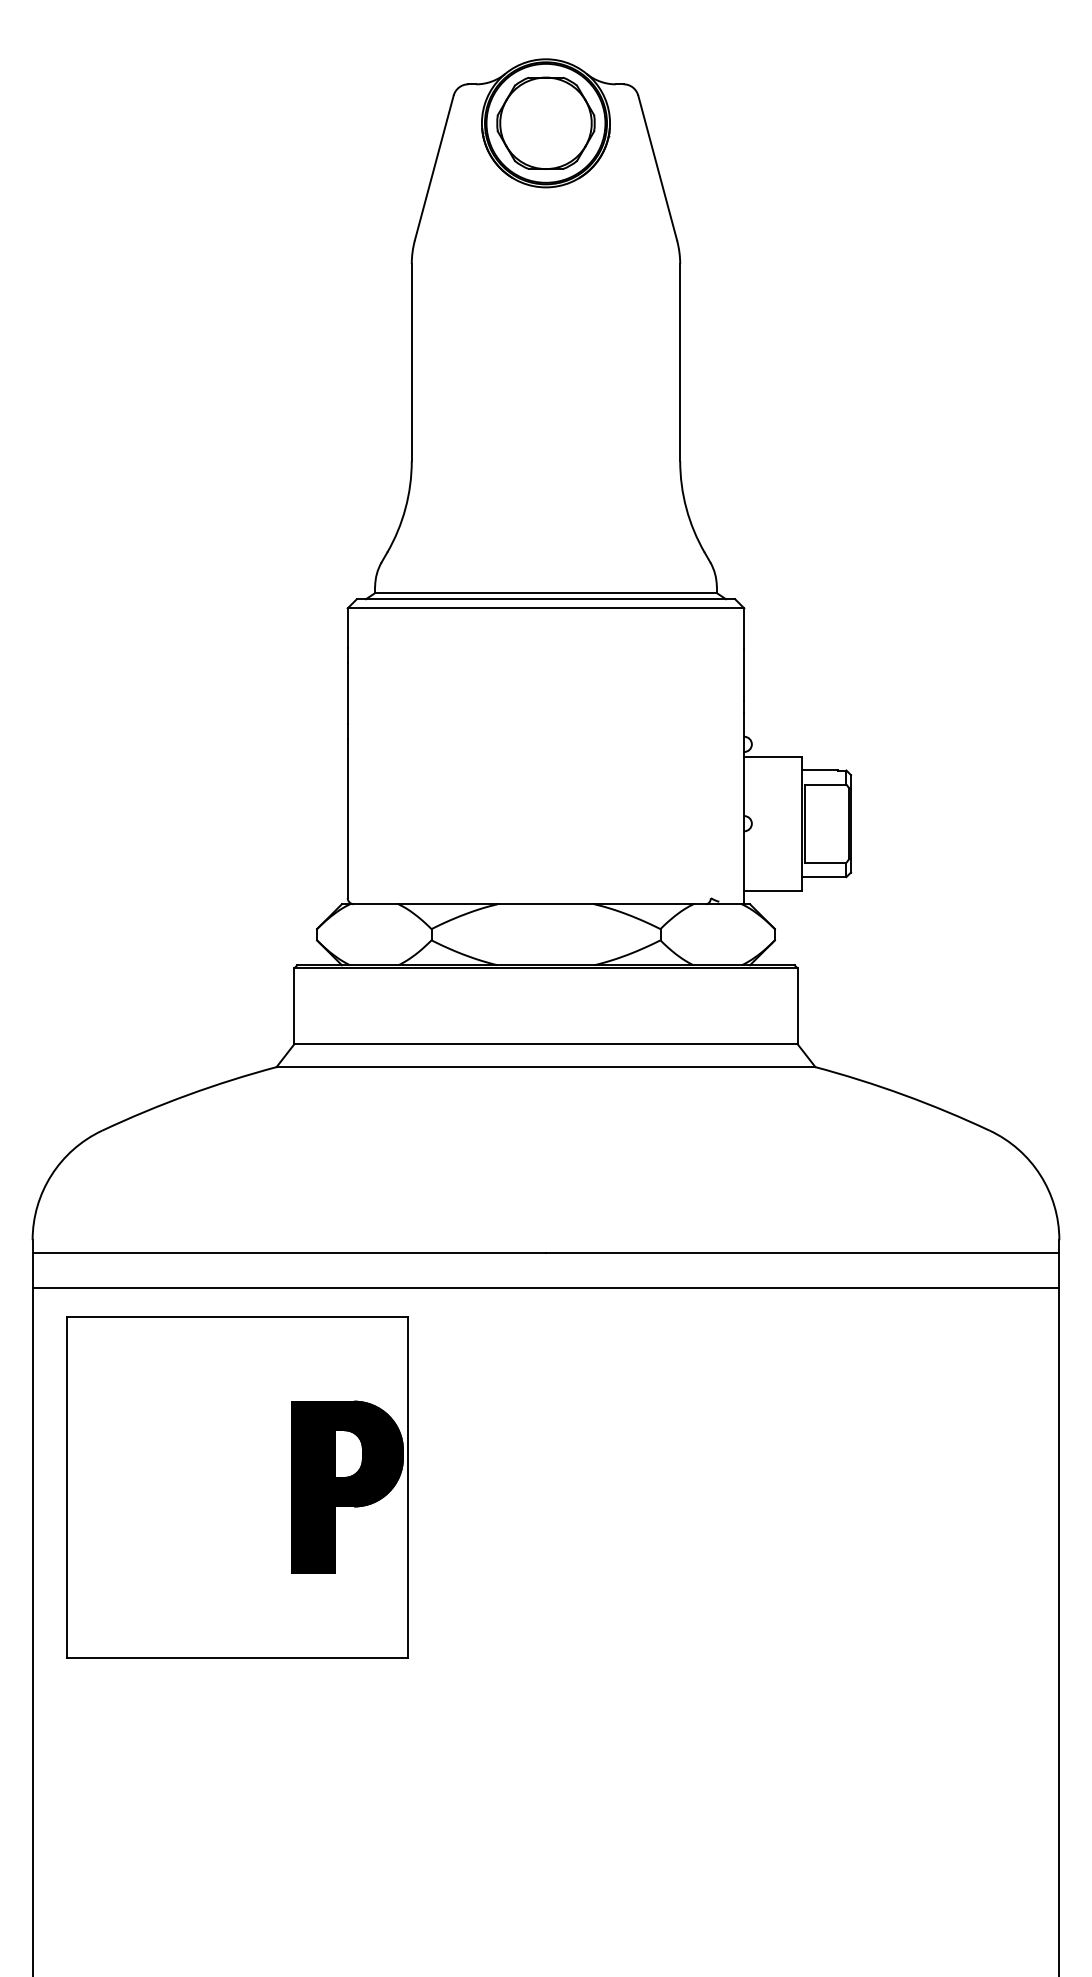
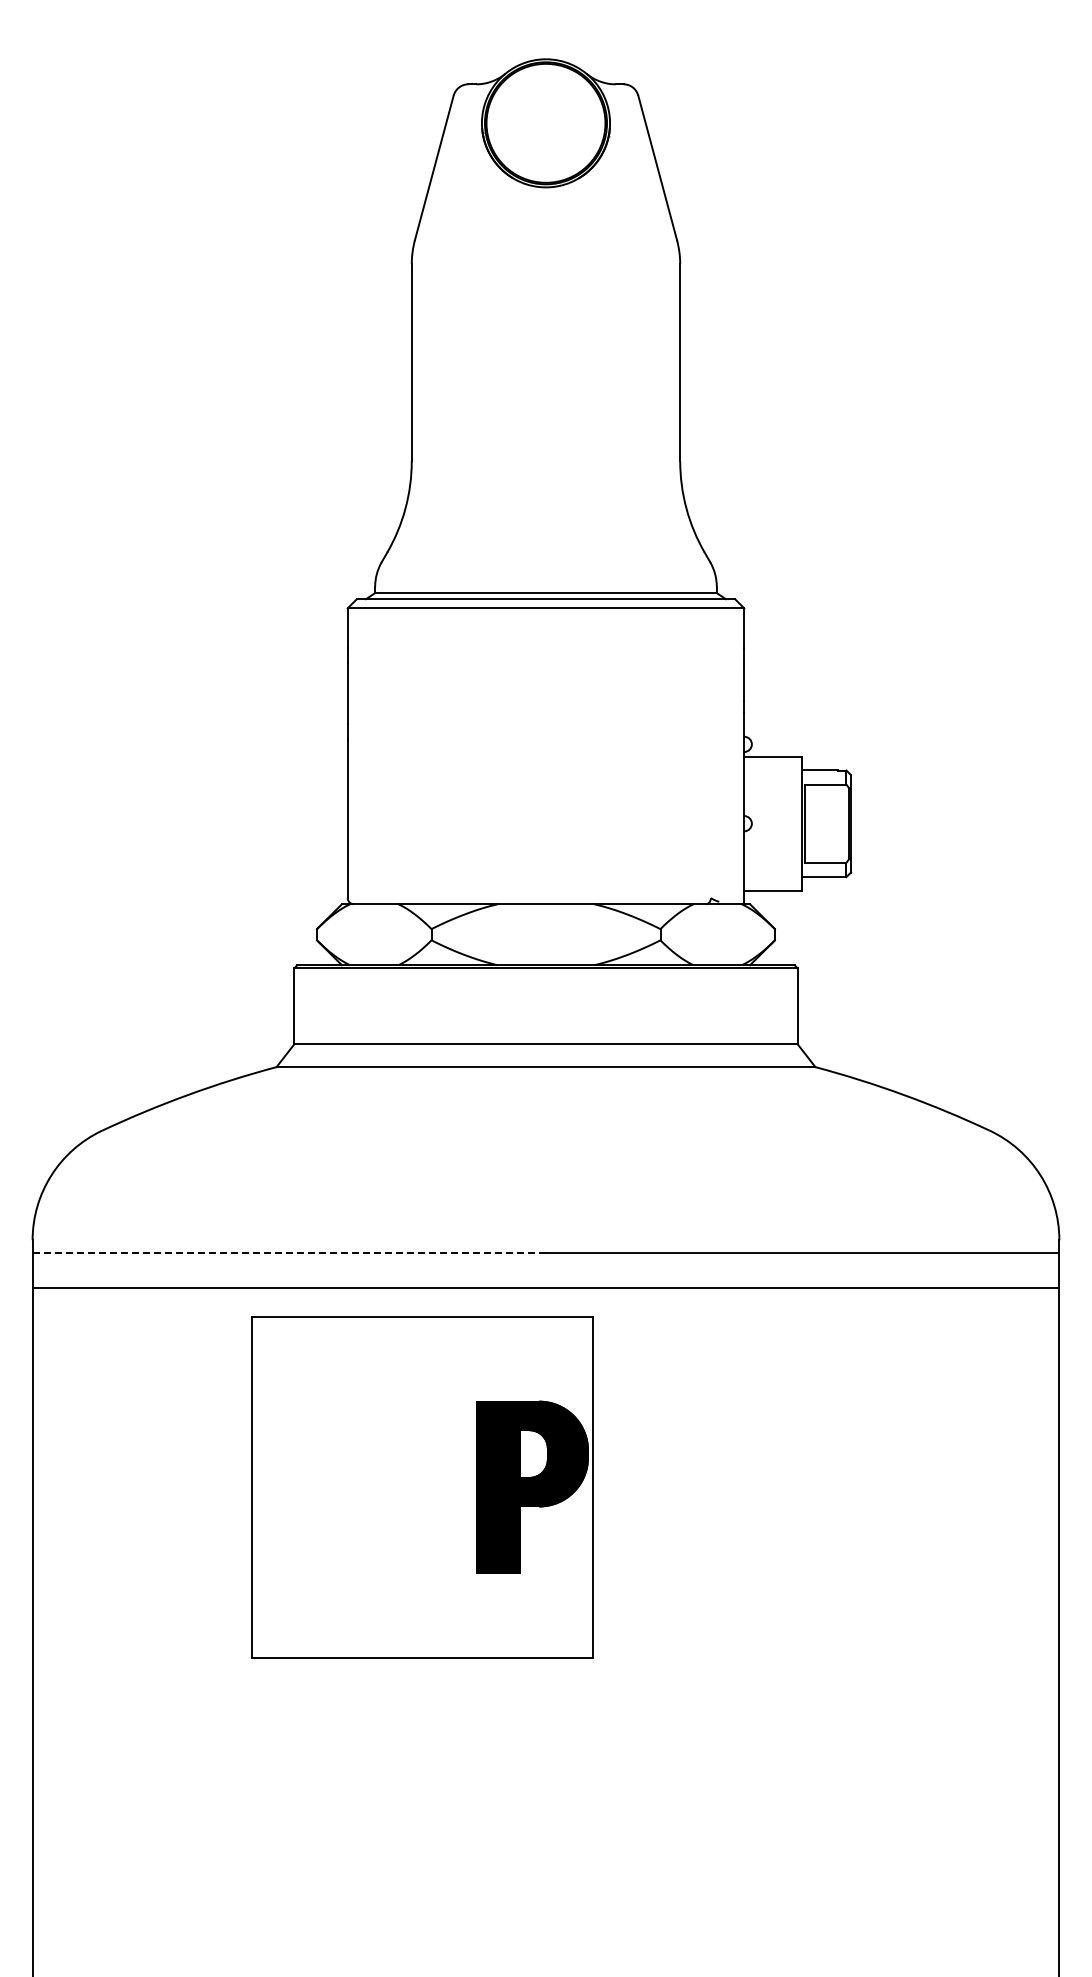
part at (545, 122): present -> none
line at (289, 1253): solid -> dashed
part at (237, 1487) position: (237, 1487) -> (422, 1487)
